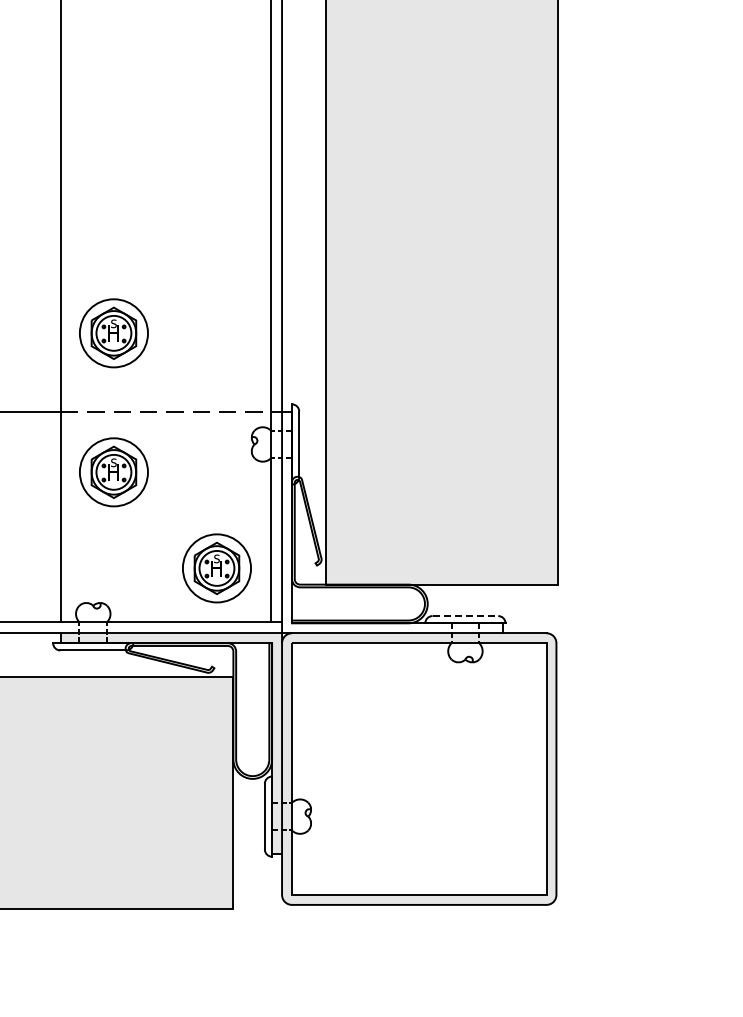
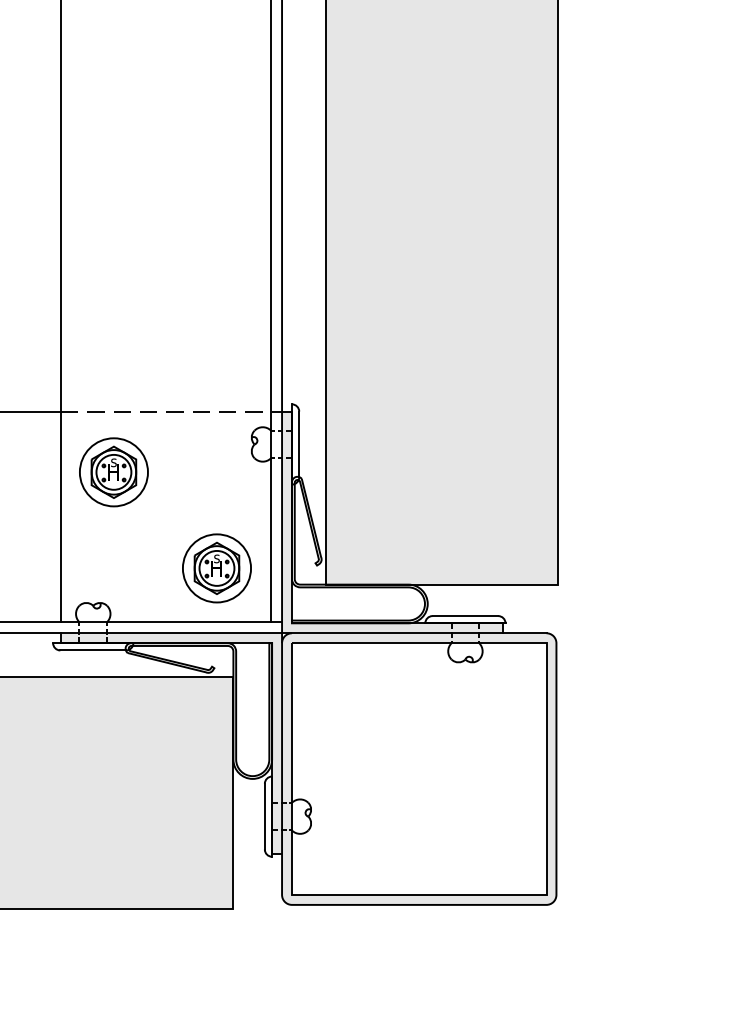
part at (113, 333): present -> none
fill at (392, 522): none -> present
line at (465, 616): dashed -> solid
